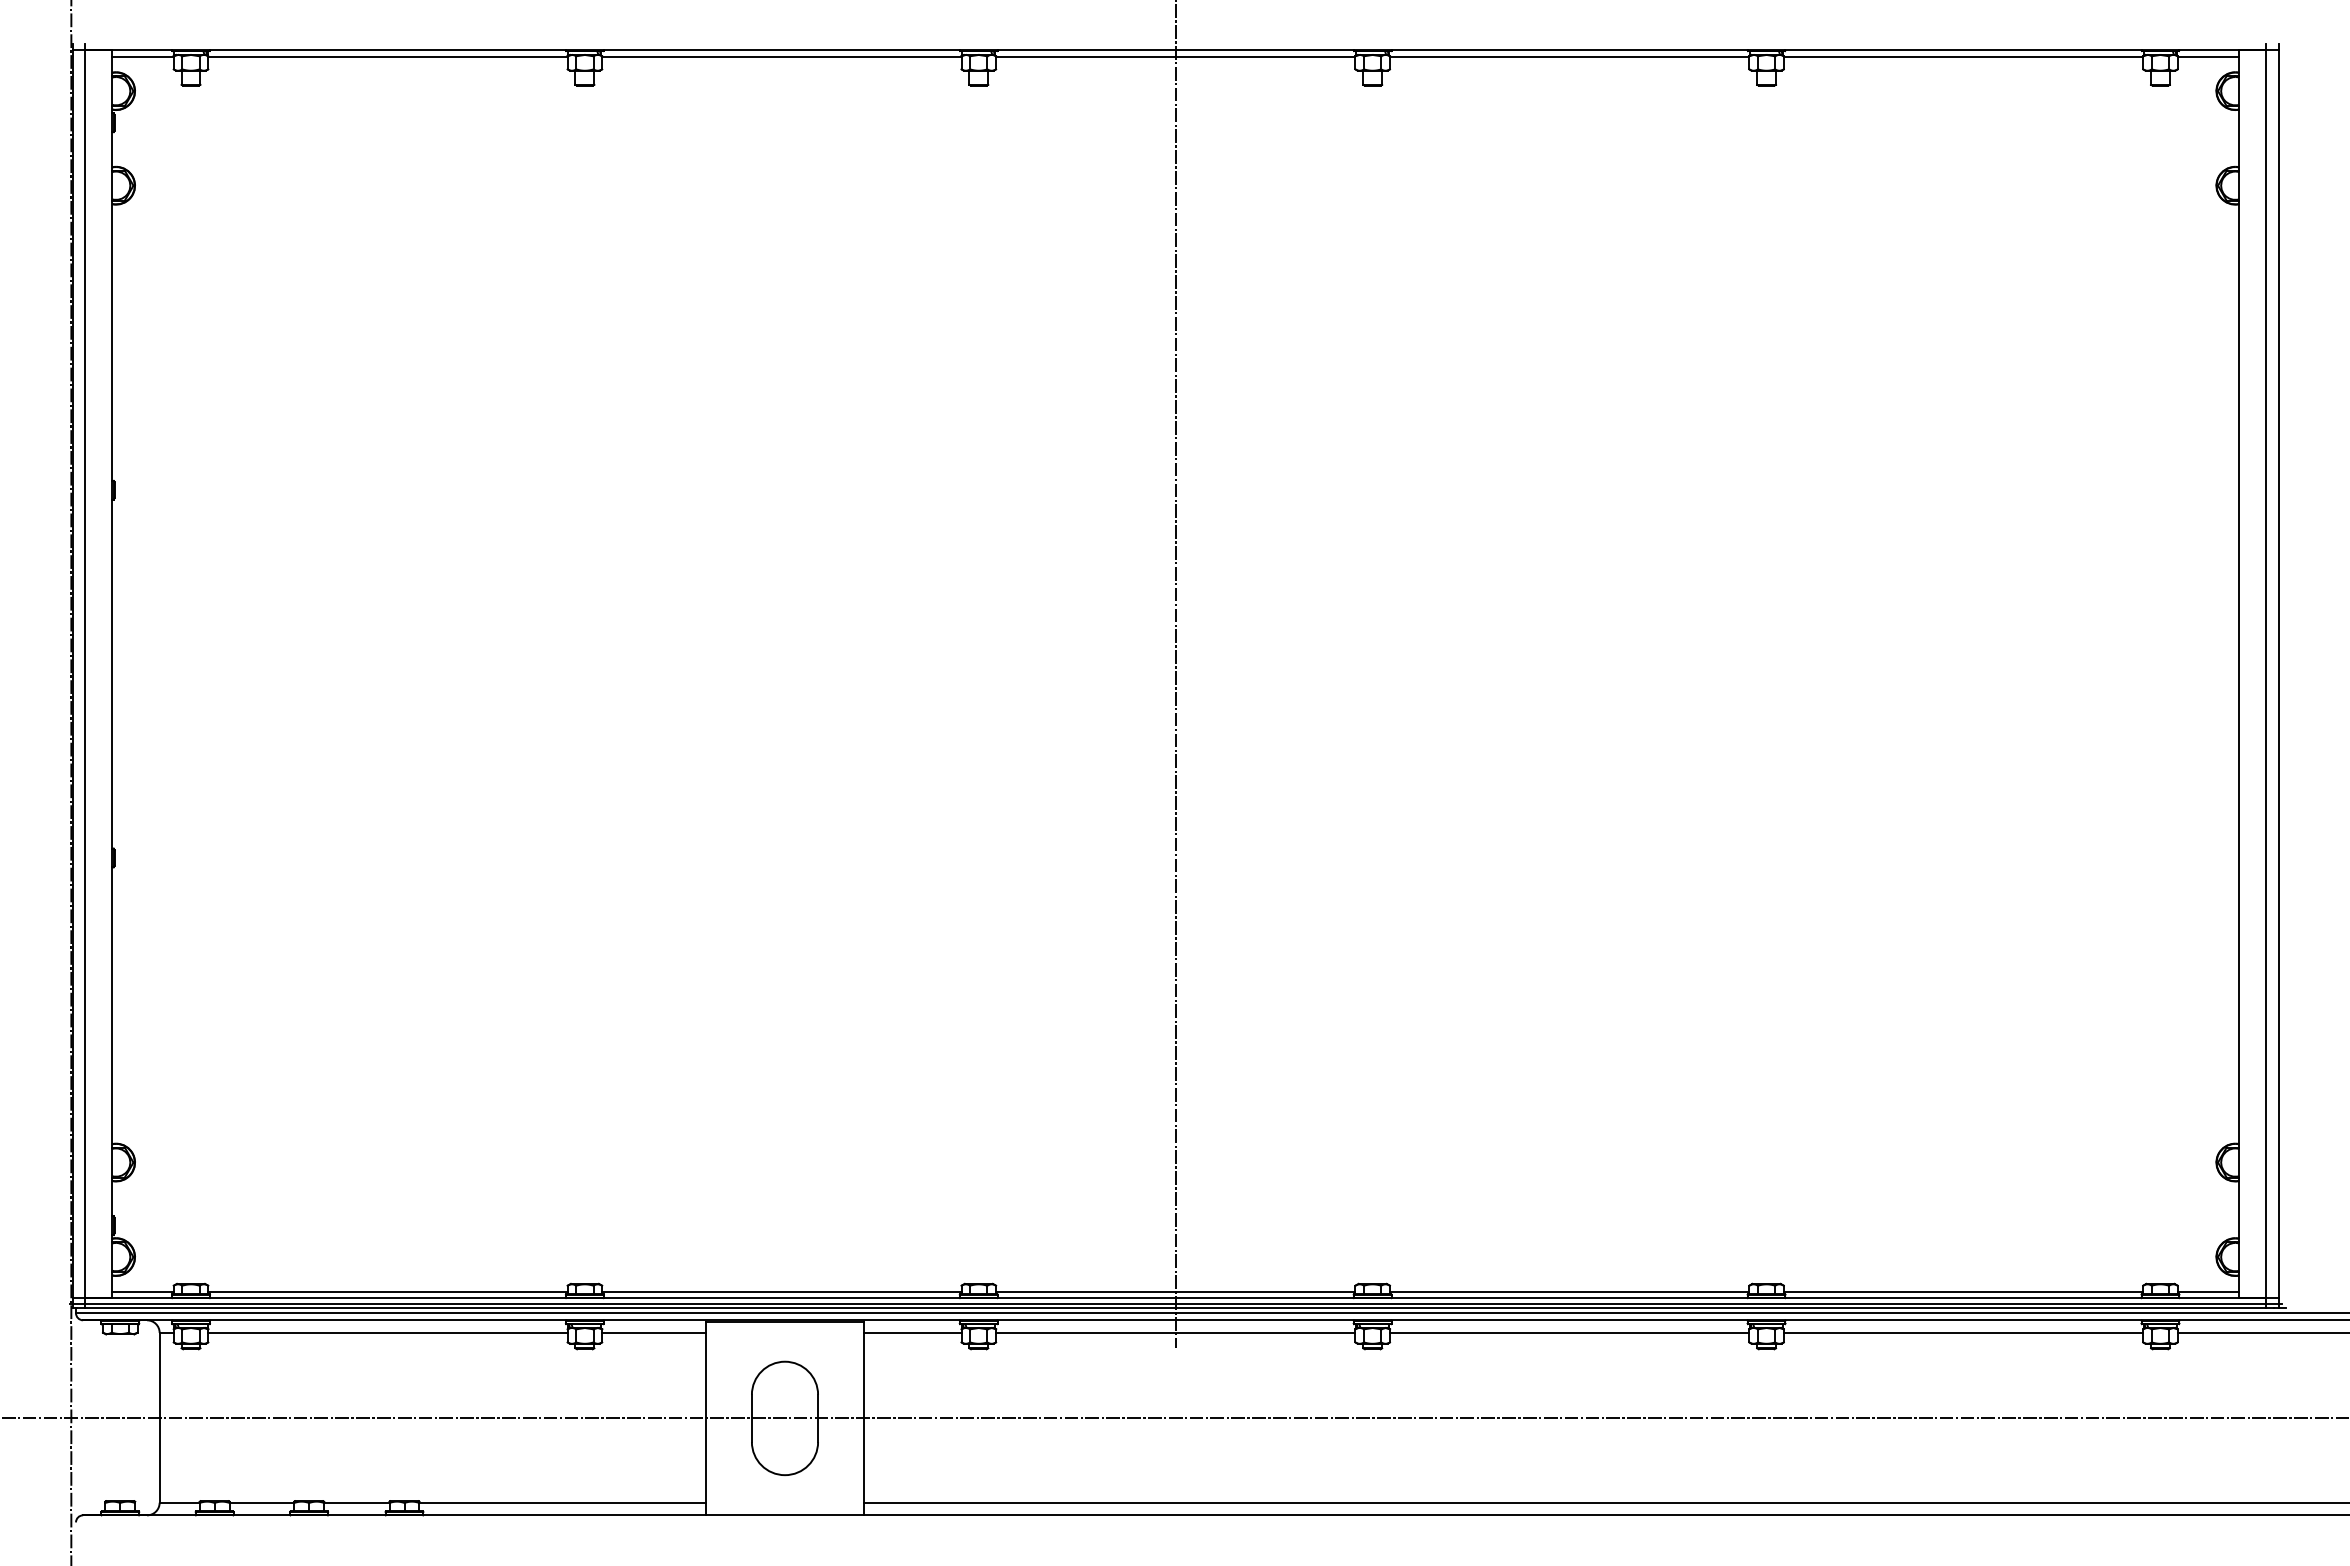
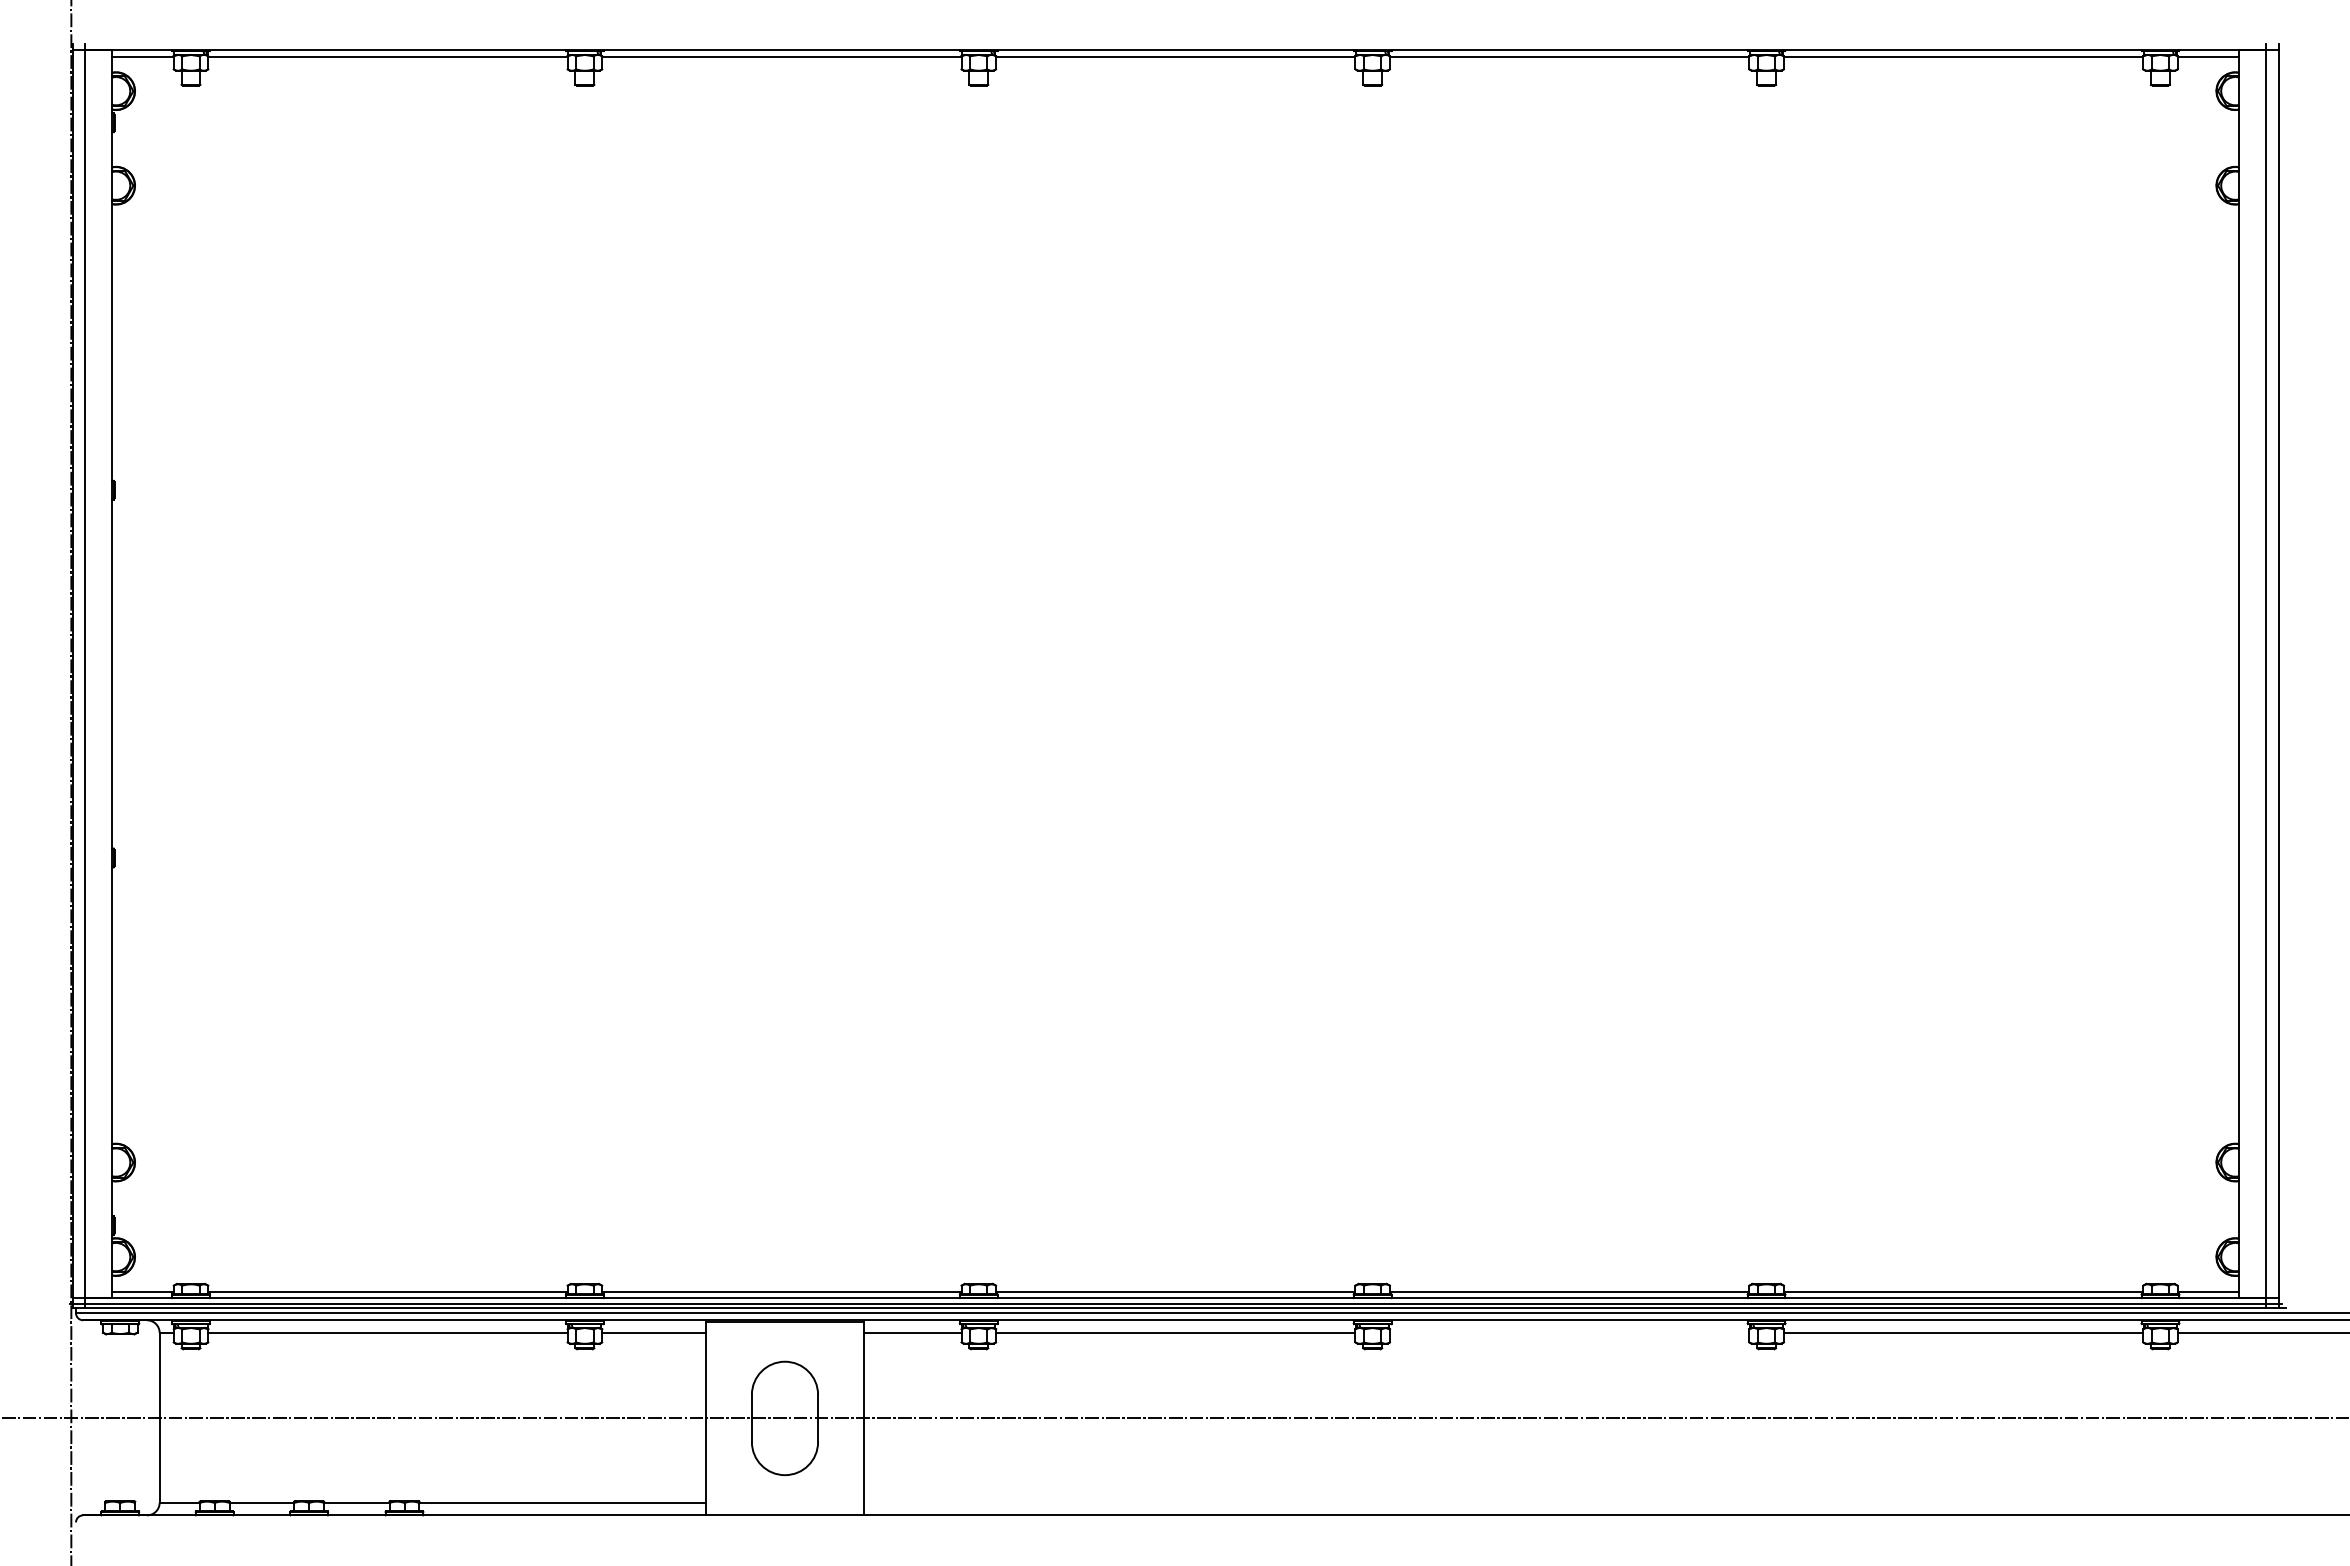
line at (1175, 675): present -> none
line at (1569, 1332): present -> none
line at (1604, 1502): present -> none
